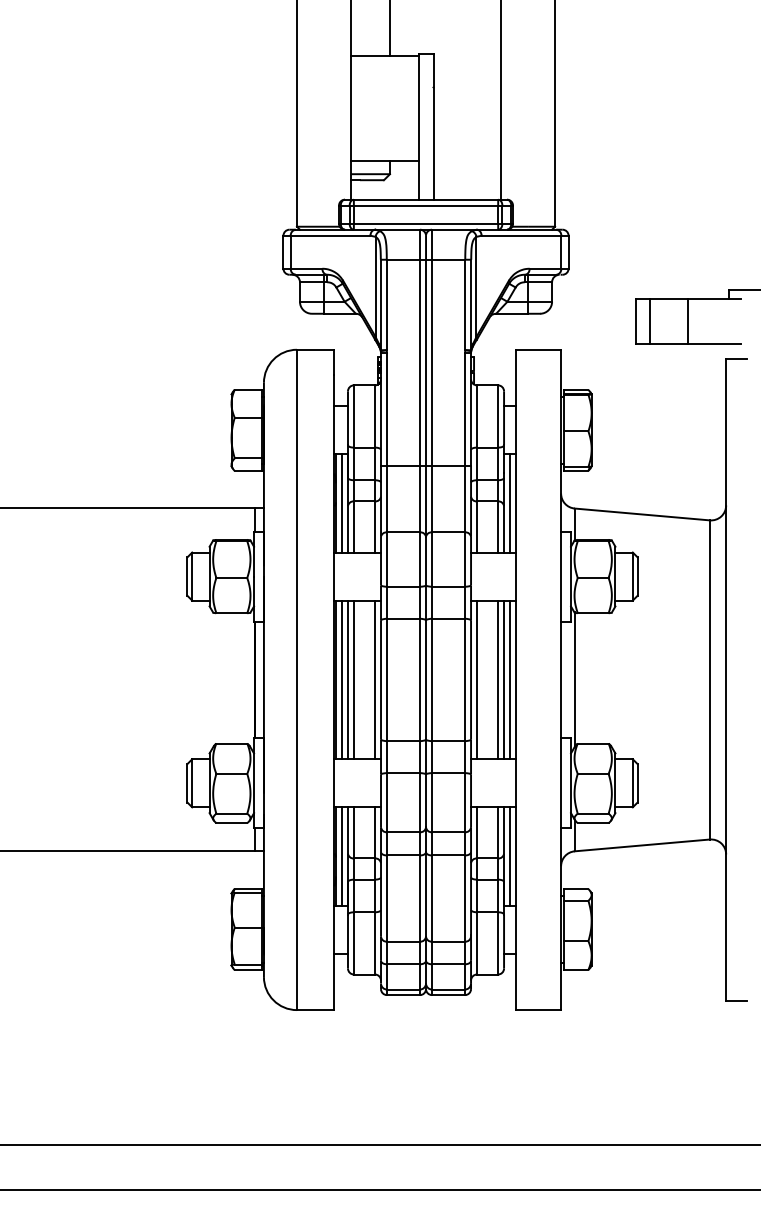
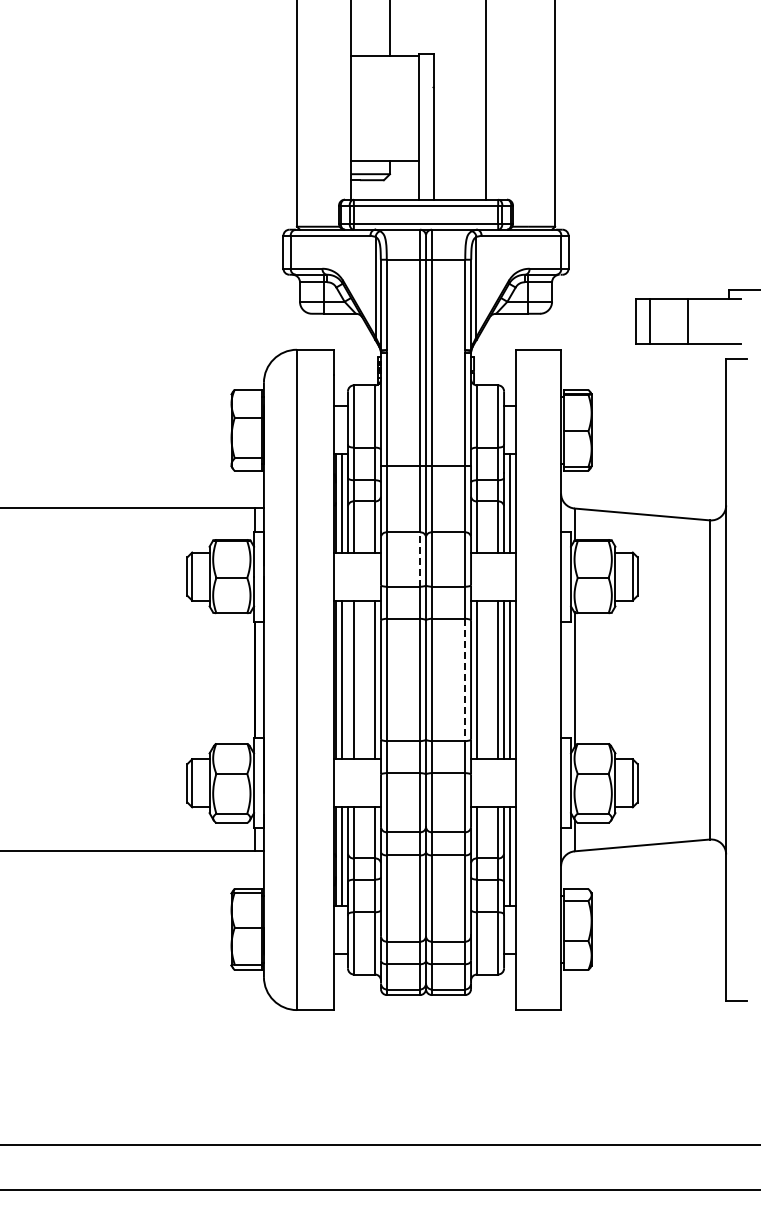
line at (501, 100) position: (501, 100) -> (486, 100)
line at (420, 558): solid -> dashed
line at (347, 679): present -> none
line at (465, 679): solid -> dashed
